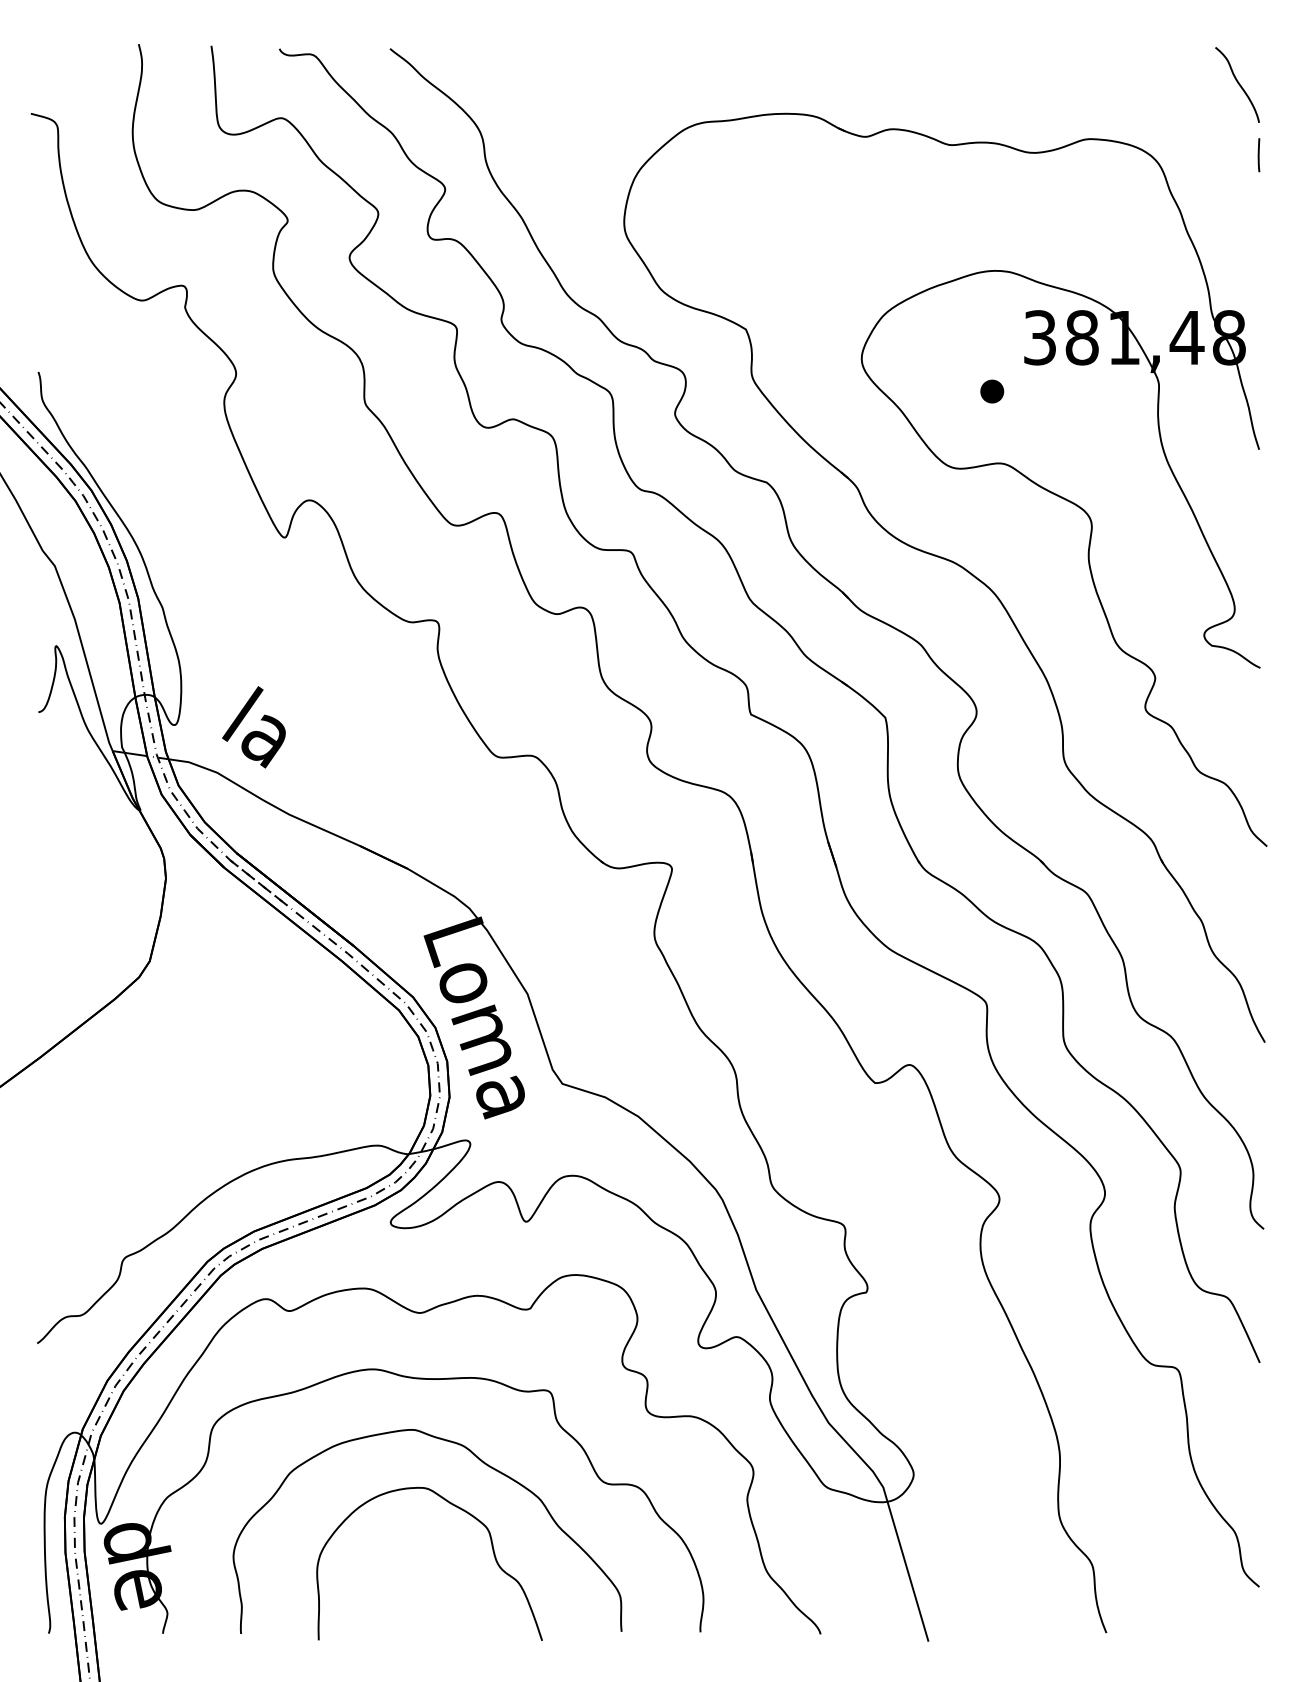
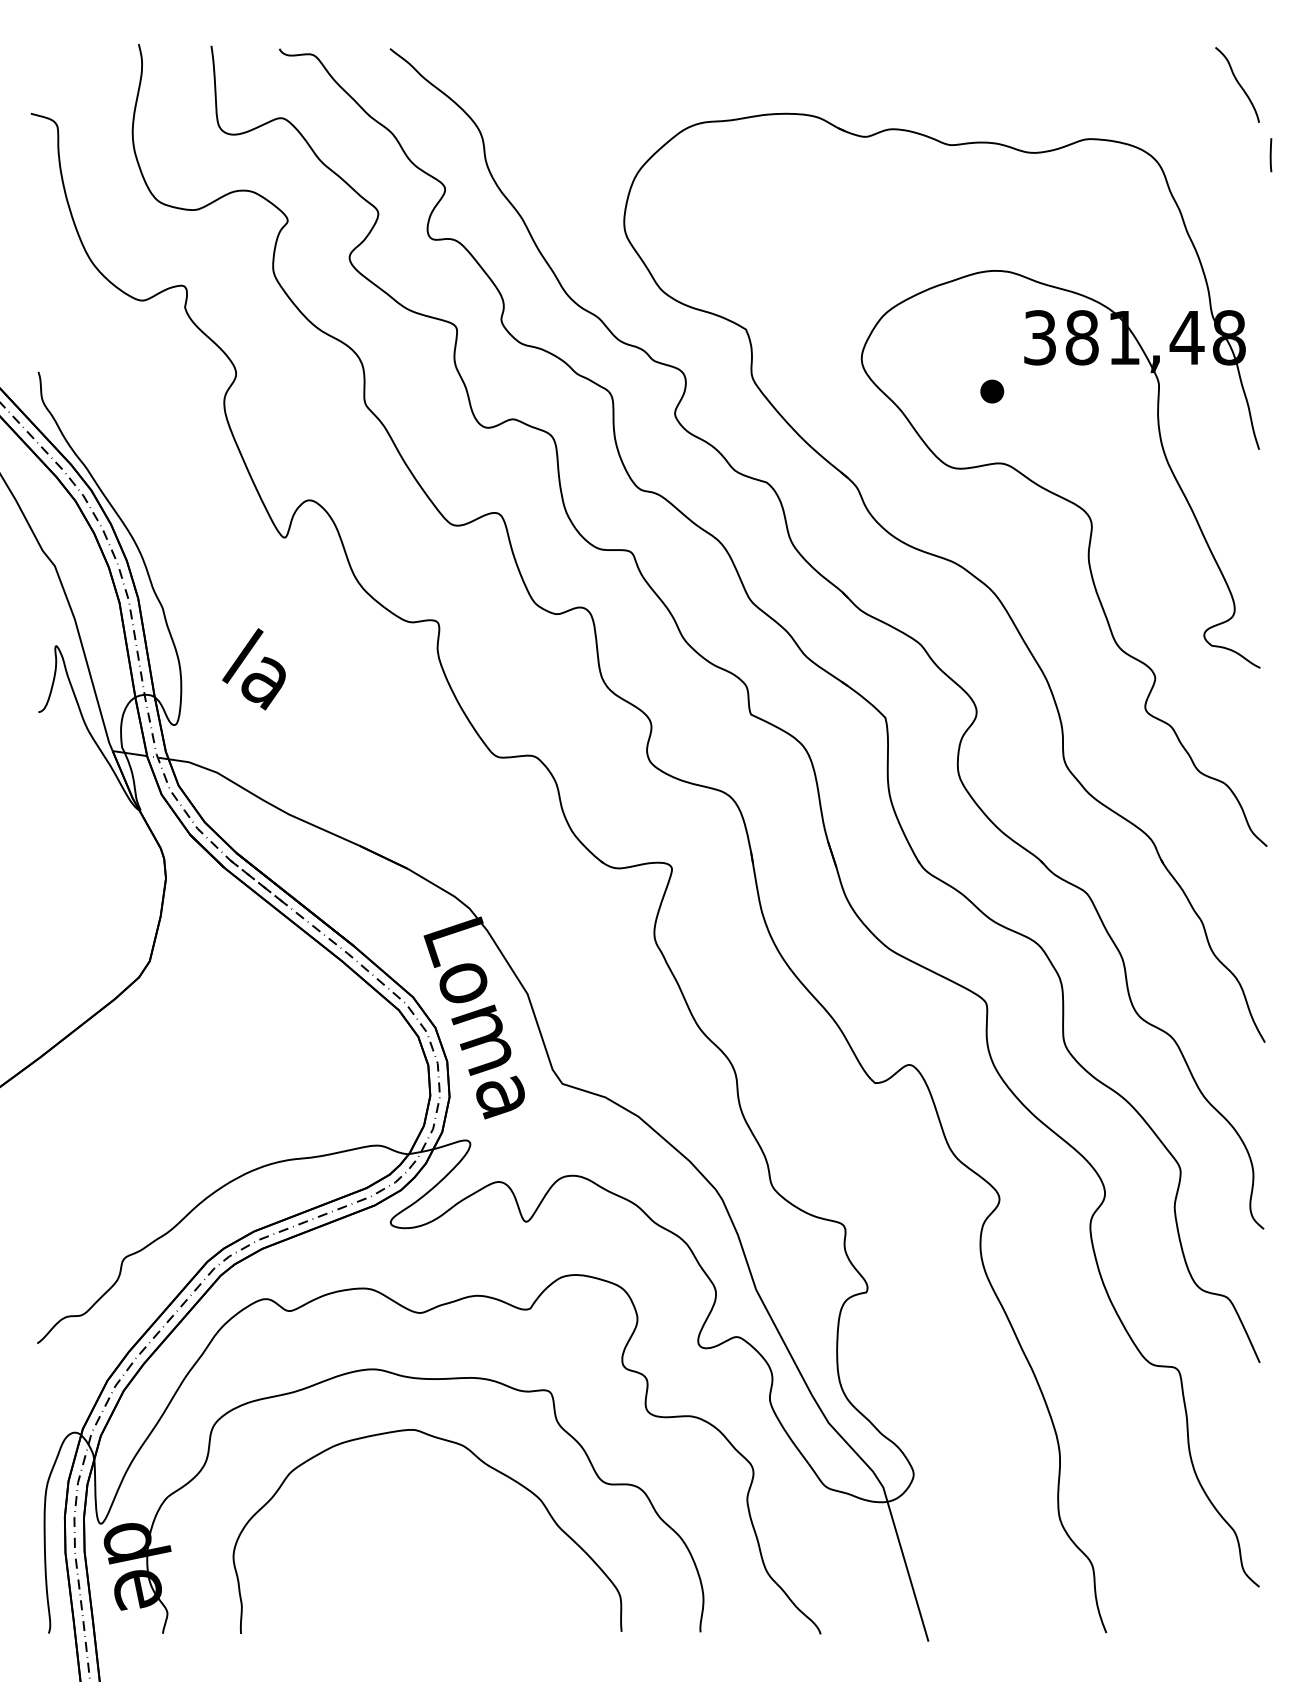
line at (1258, 155) position: (1258, 155) -> (1270, 155)
text at (253, 727) position: (253, 727) -> (253, 669)
curve at (461, 1510): present -> none
